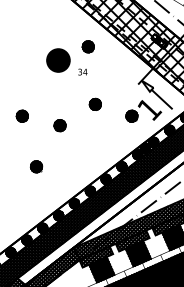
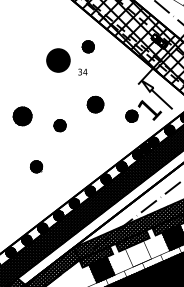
part at (94, 103) size: 14x14 px -> 19x19 px
part at (21, 115) size: 14x14 px -> 21x21 px
hatch at (138, 253): present -> none
